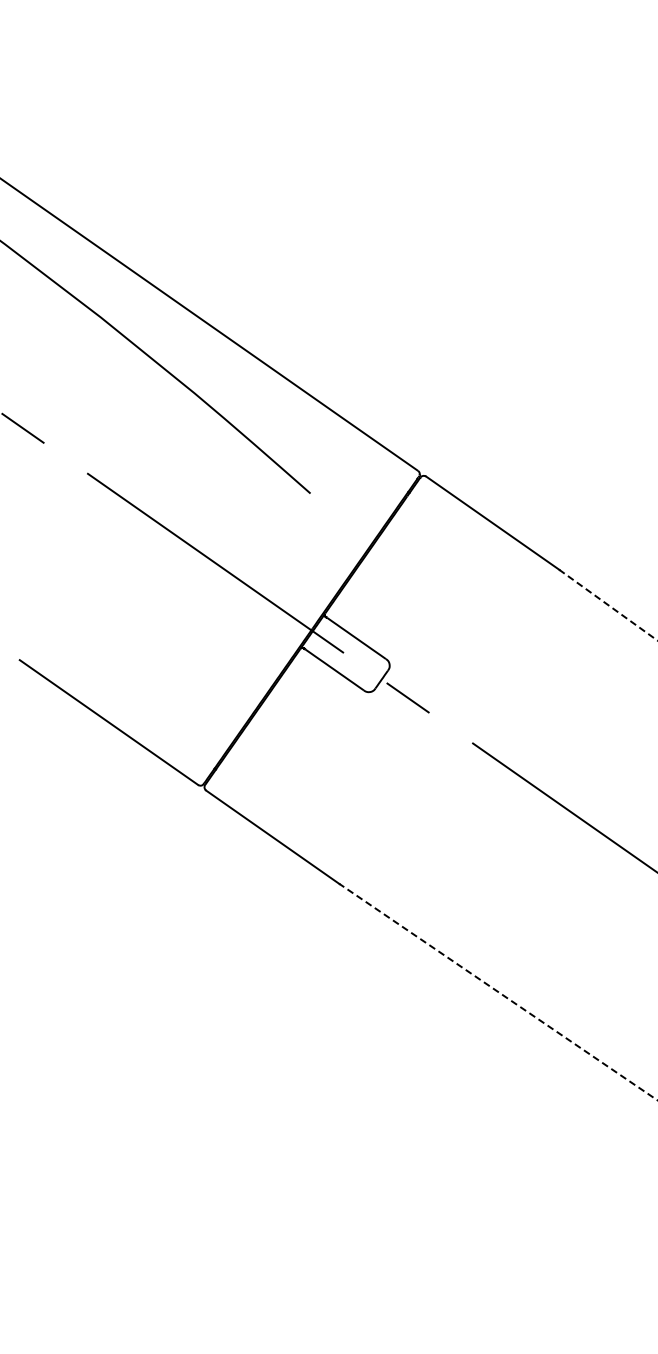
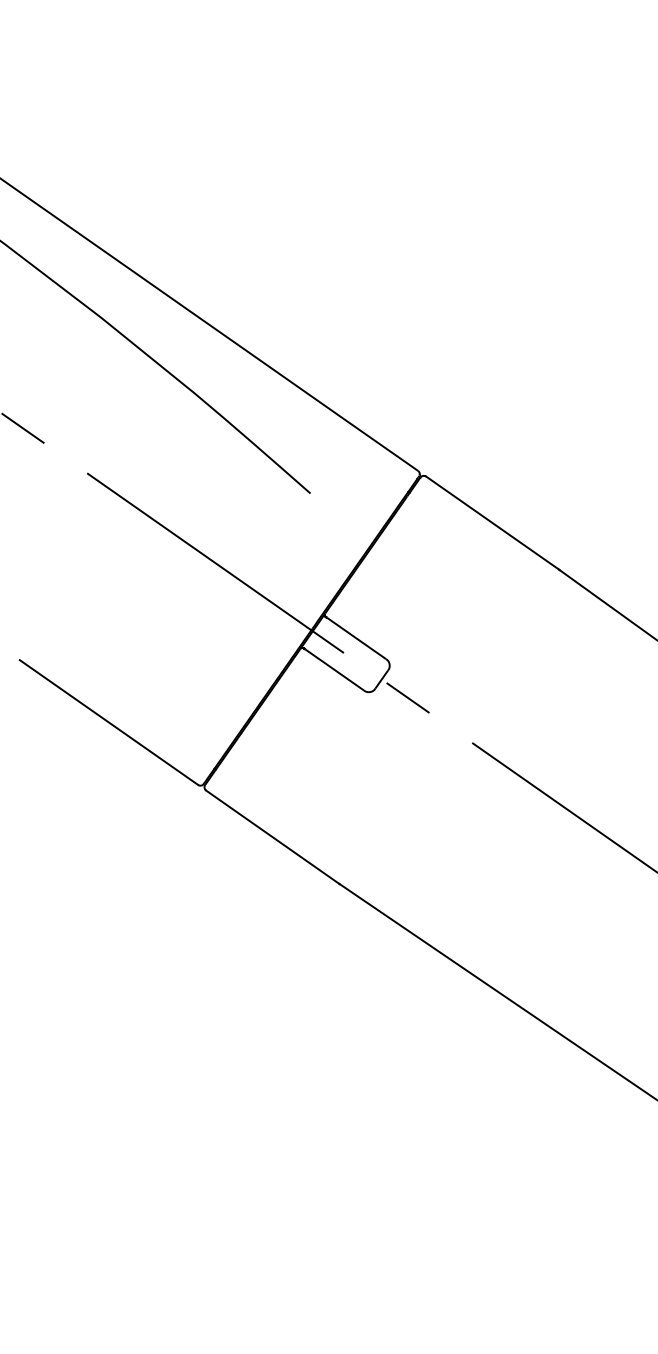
line at (608, 605): dashed -> solid
line at (498, 992): dashed -> solid
